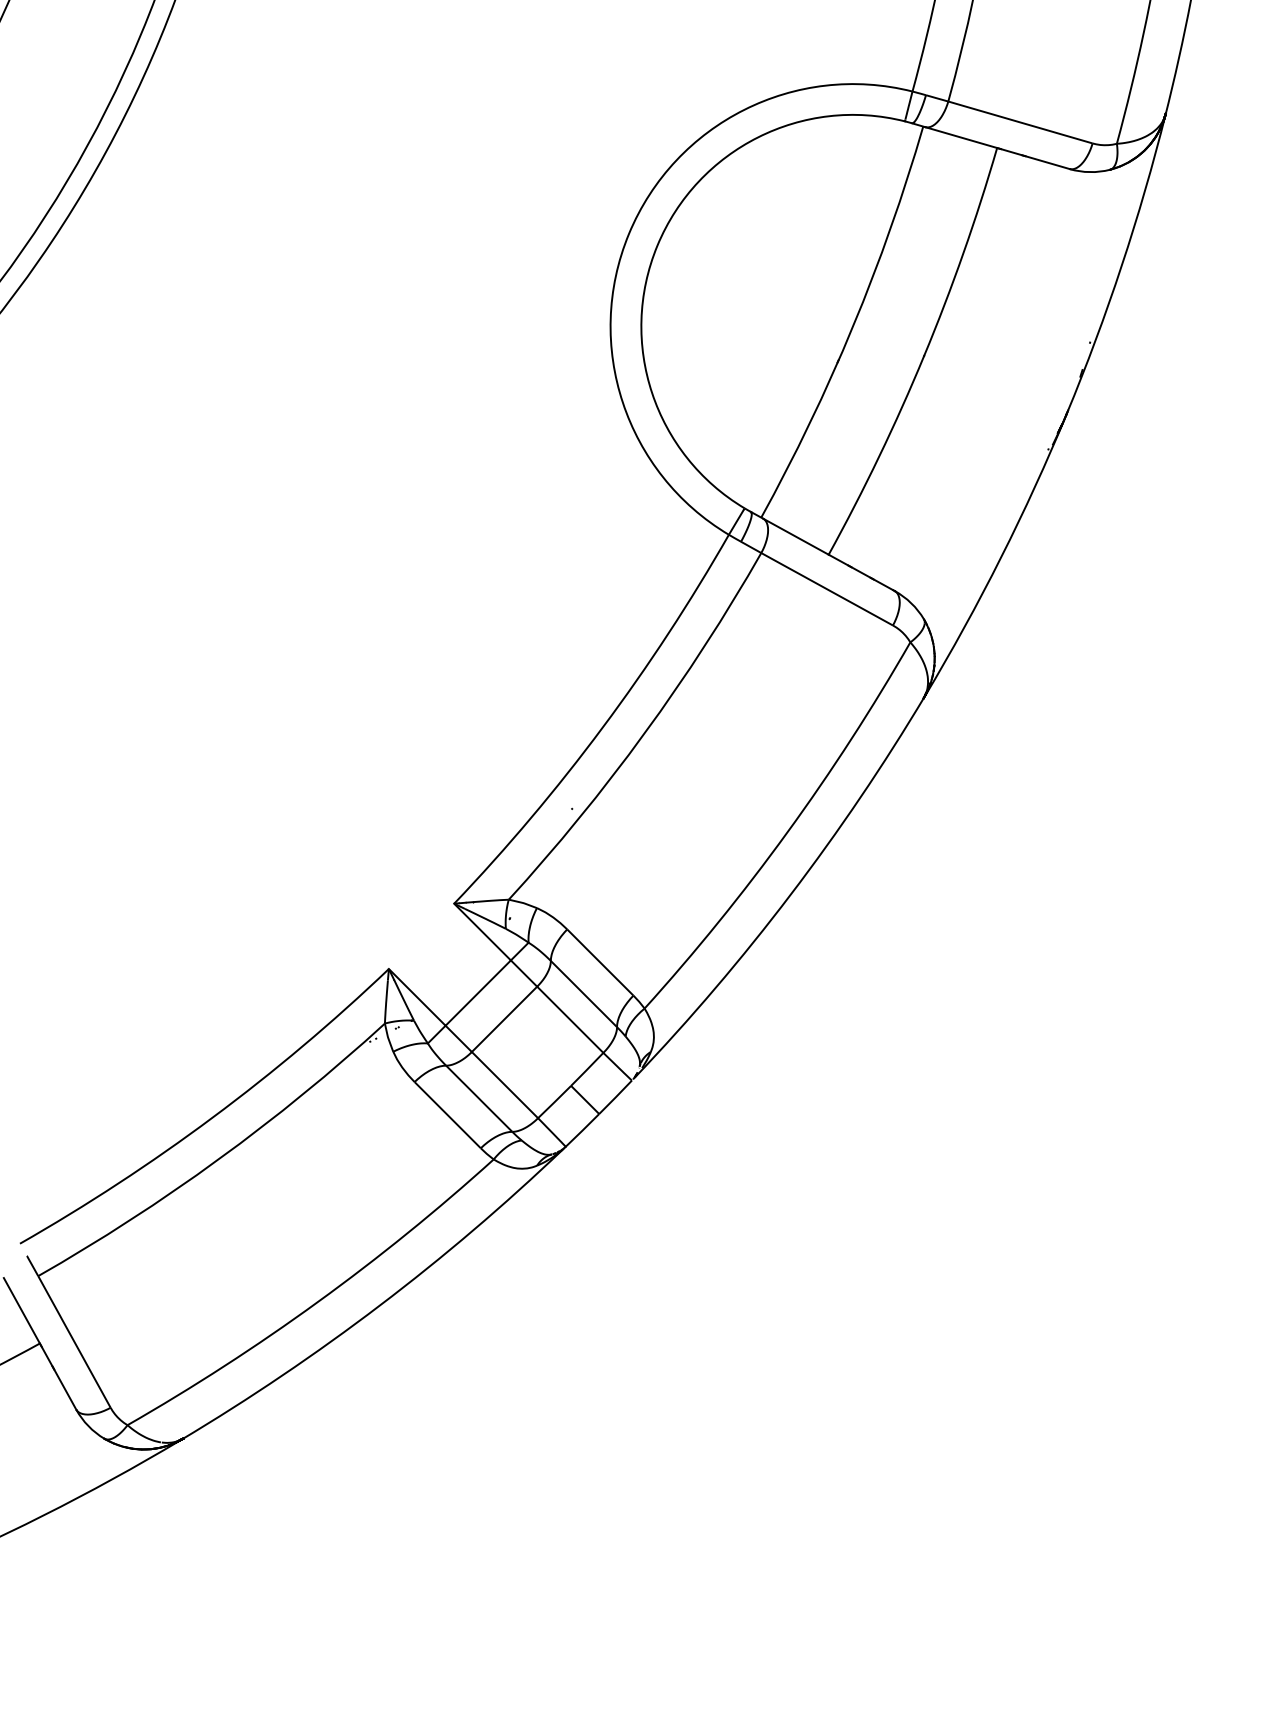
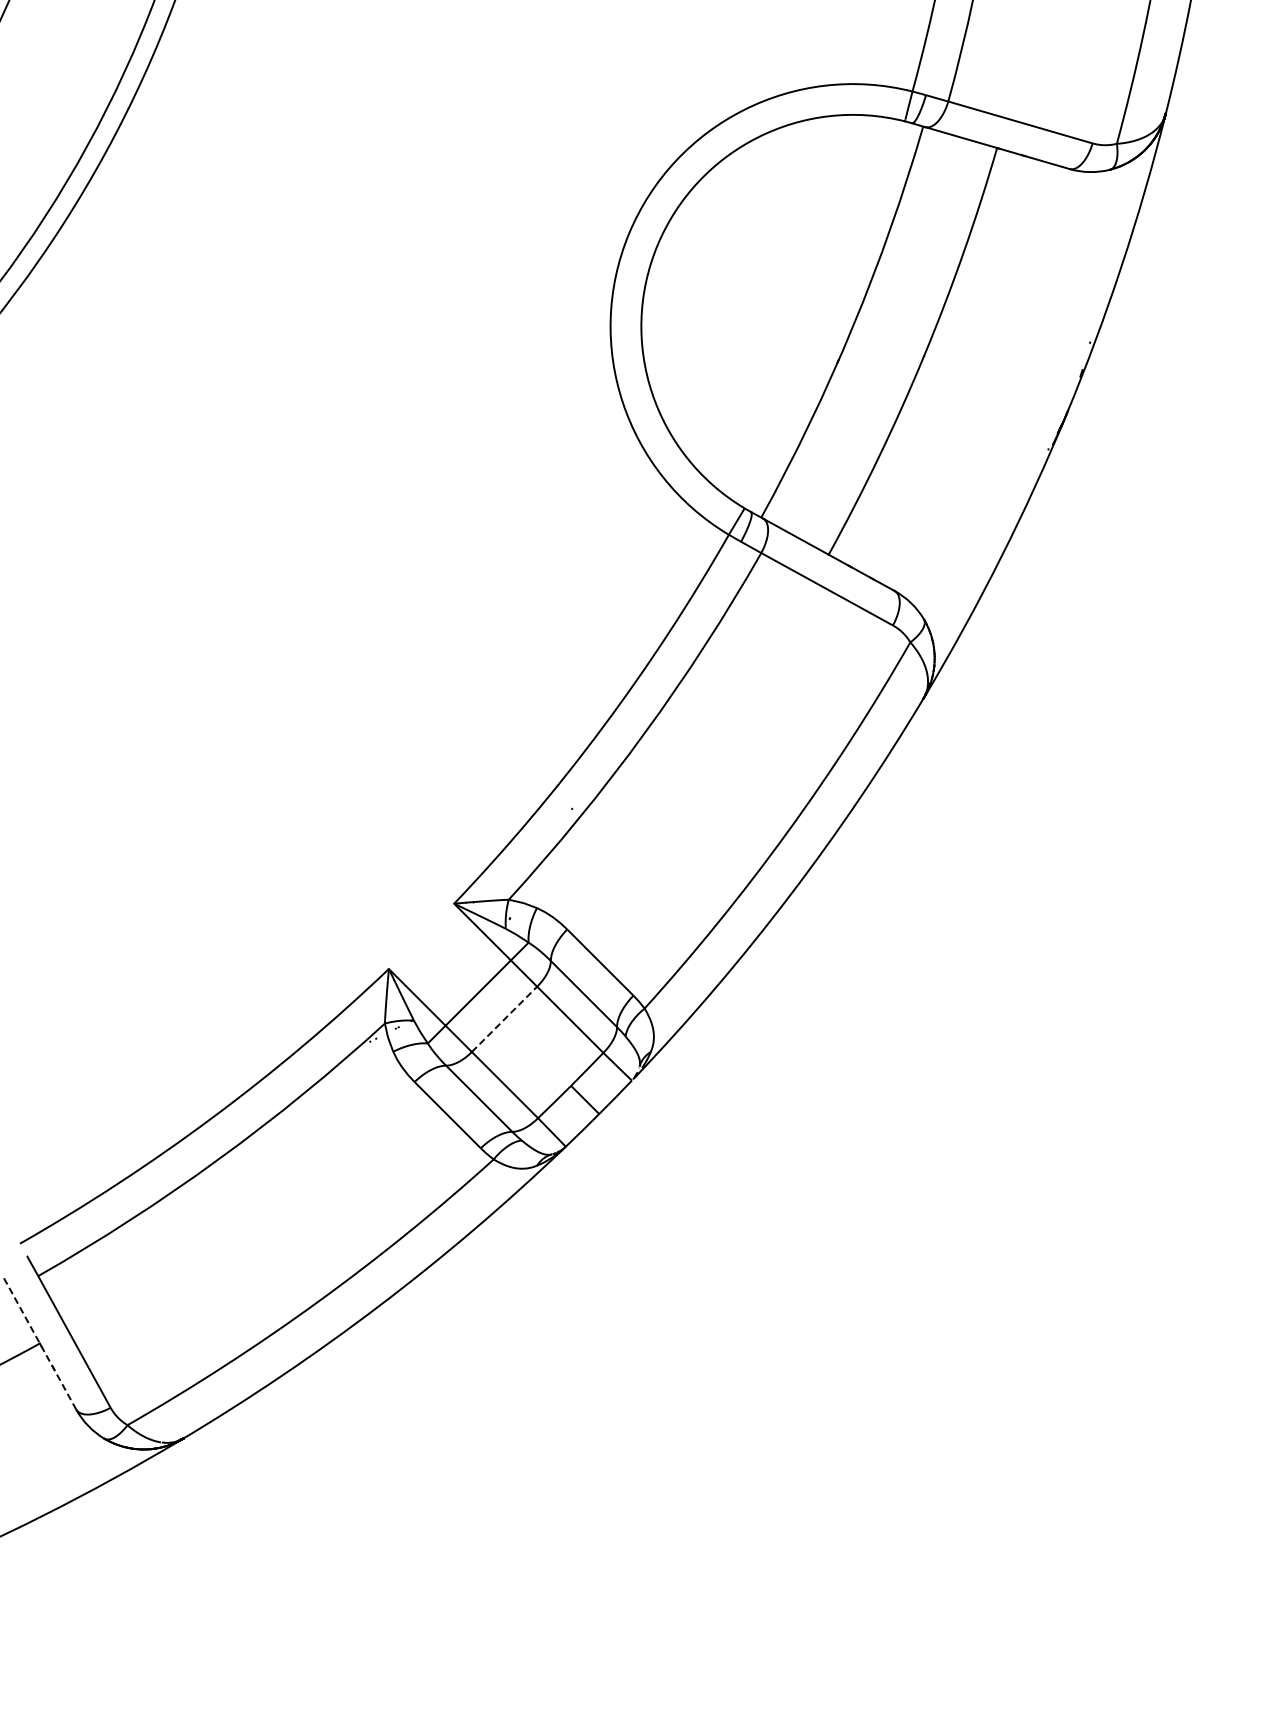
line at (504, 1019): solid -> dashed
line at (39, 1343): solid -> dashed
